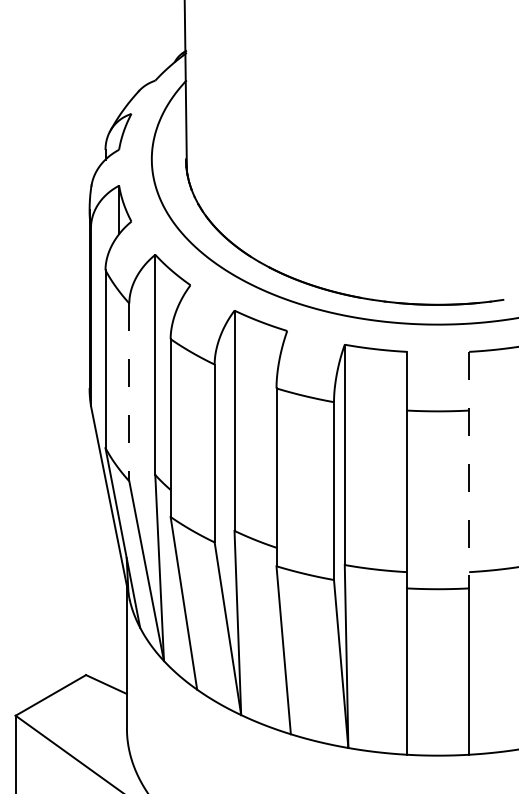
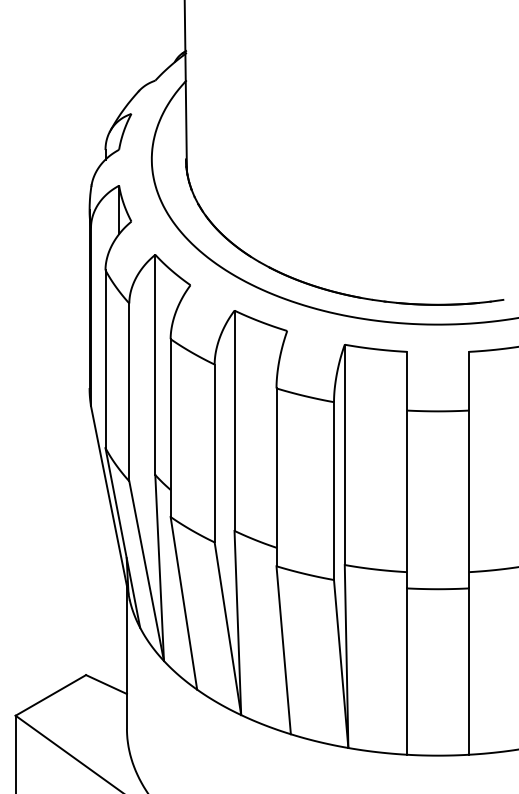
line at (129, 392): dashed -> solid
line at (469, 470): dashed -> solid
